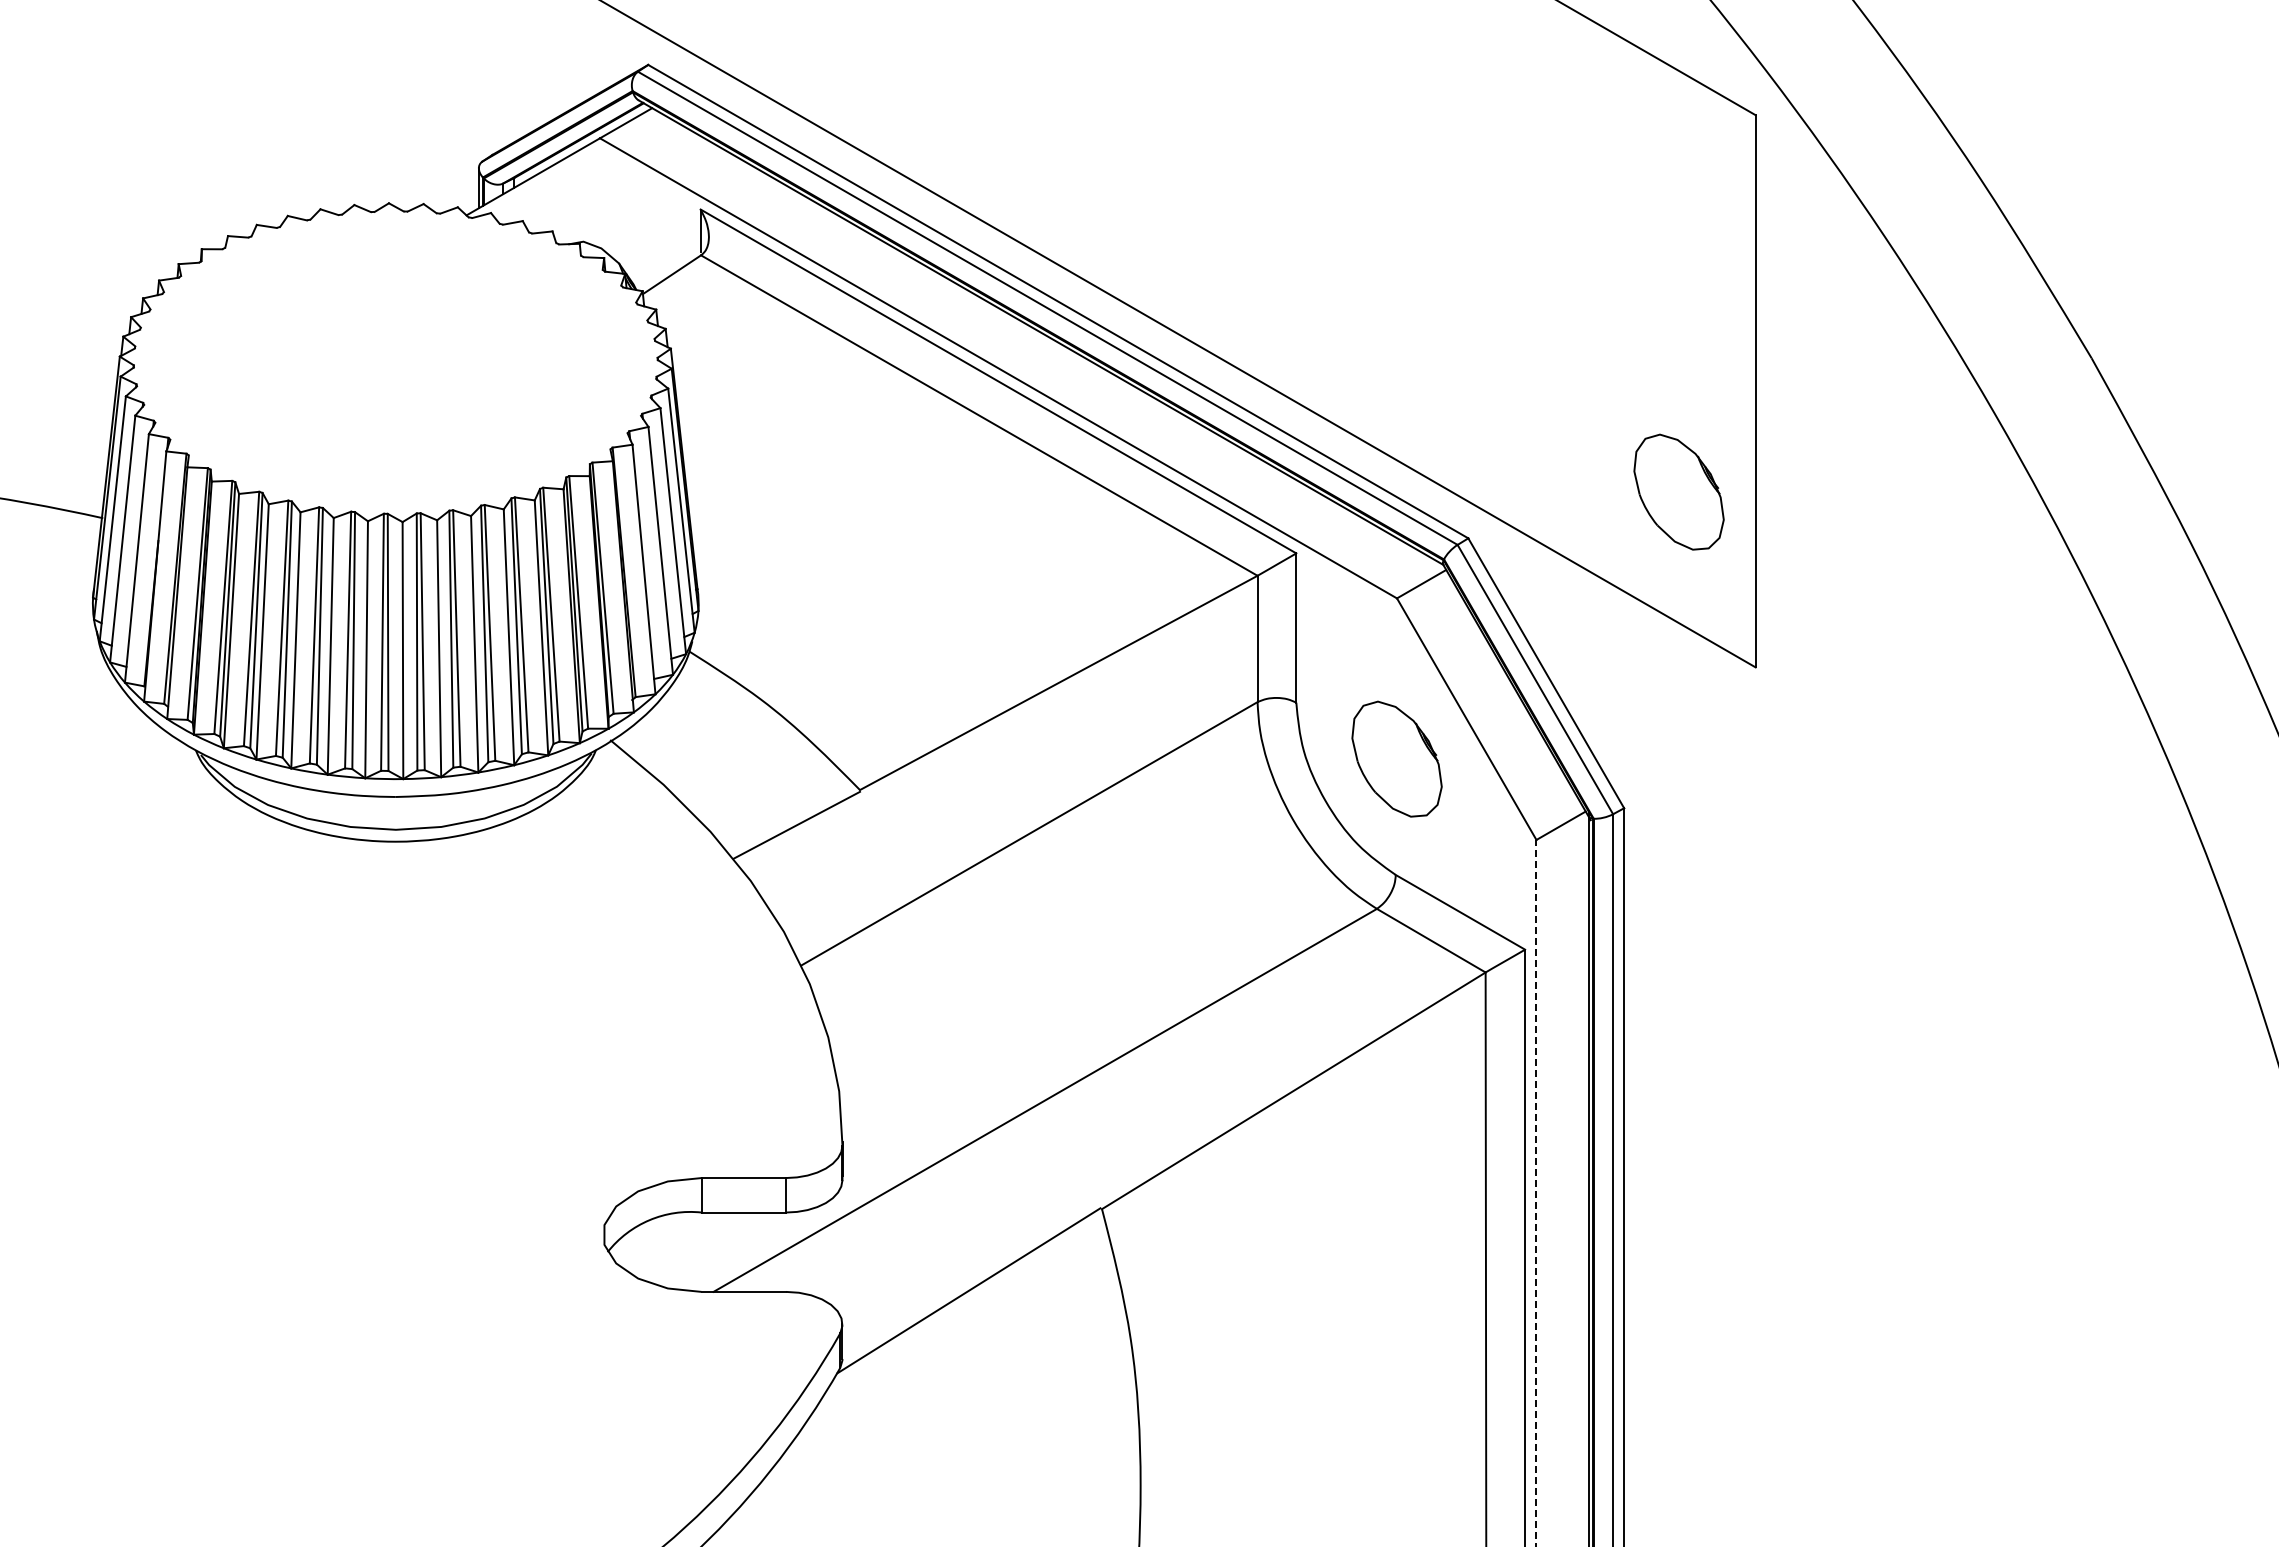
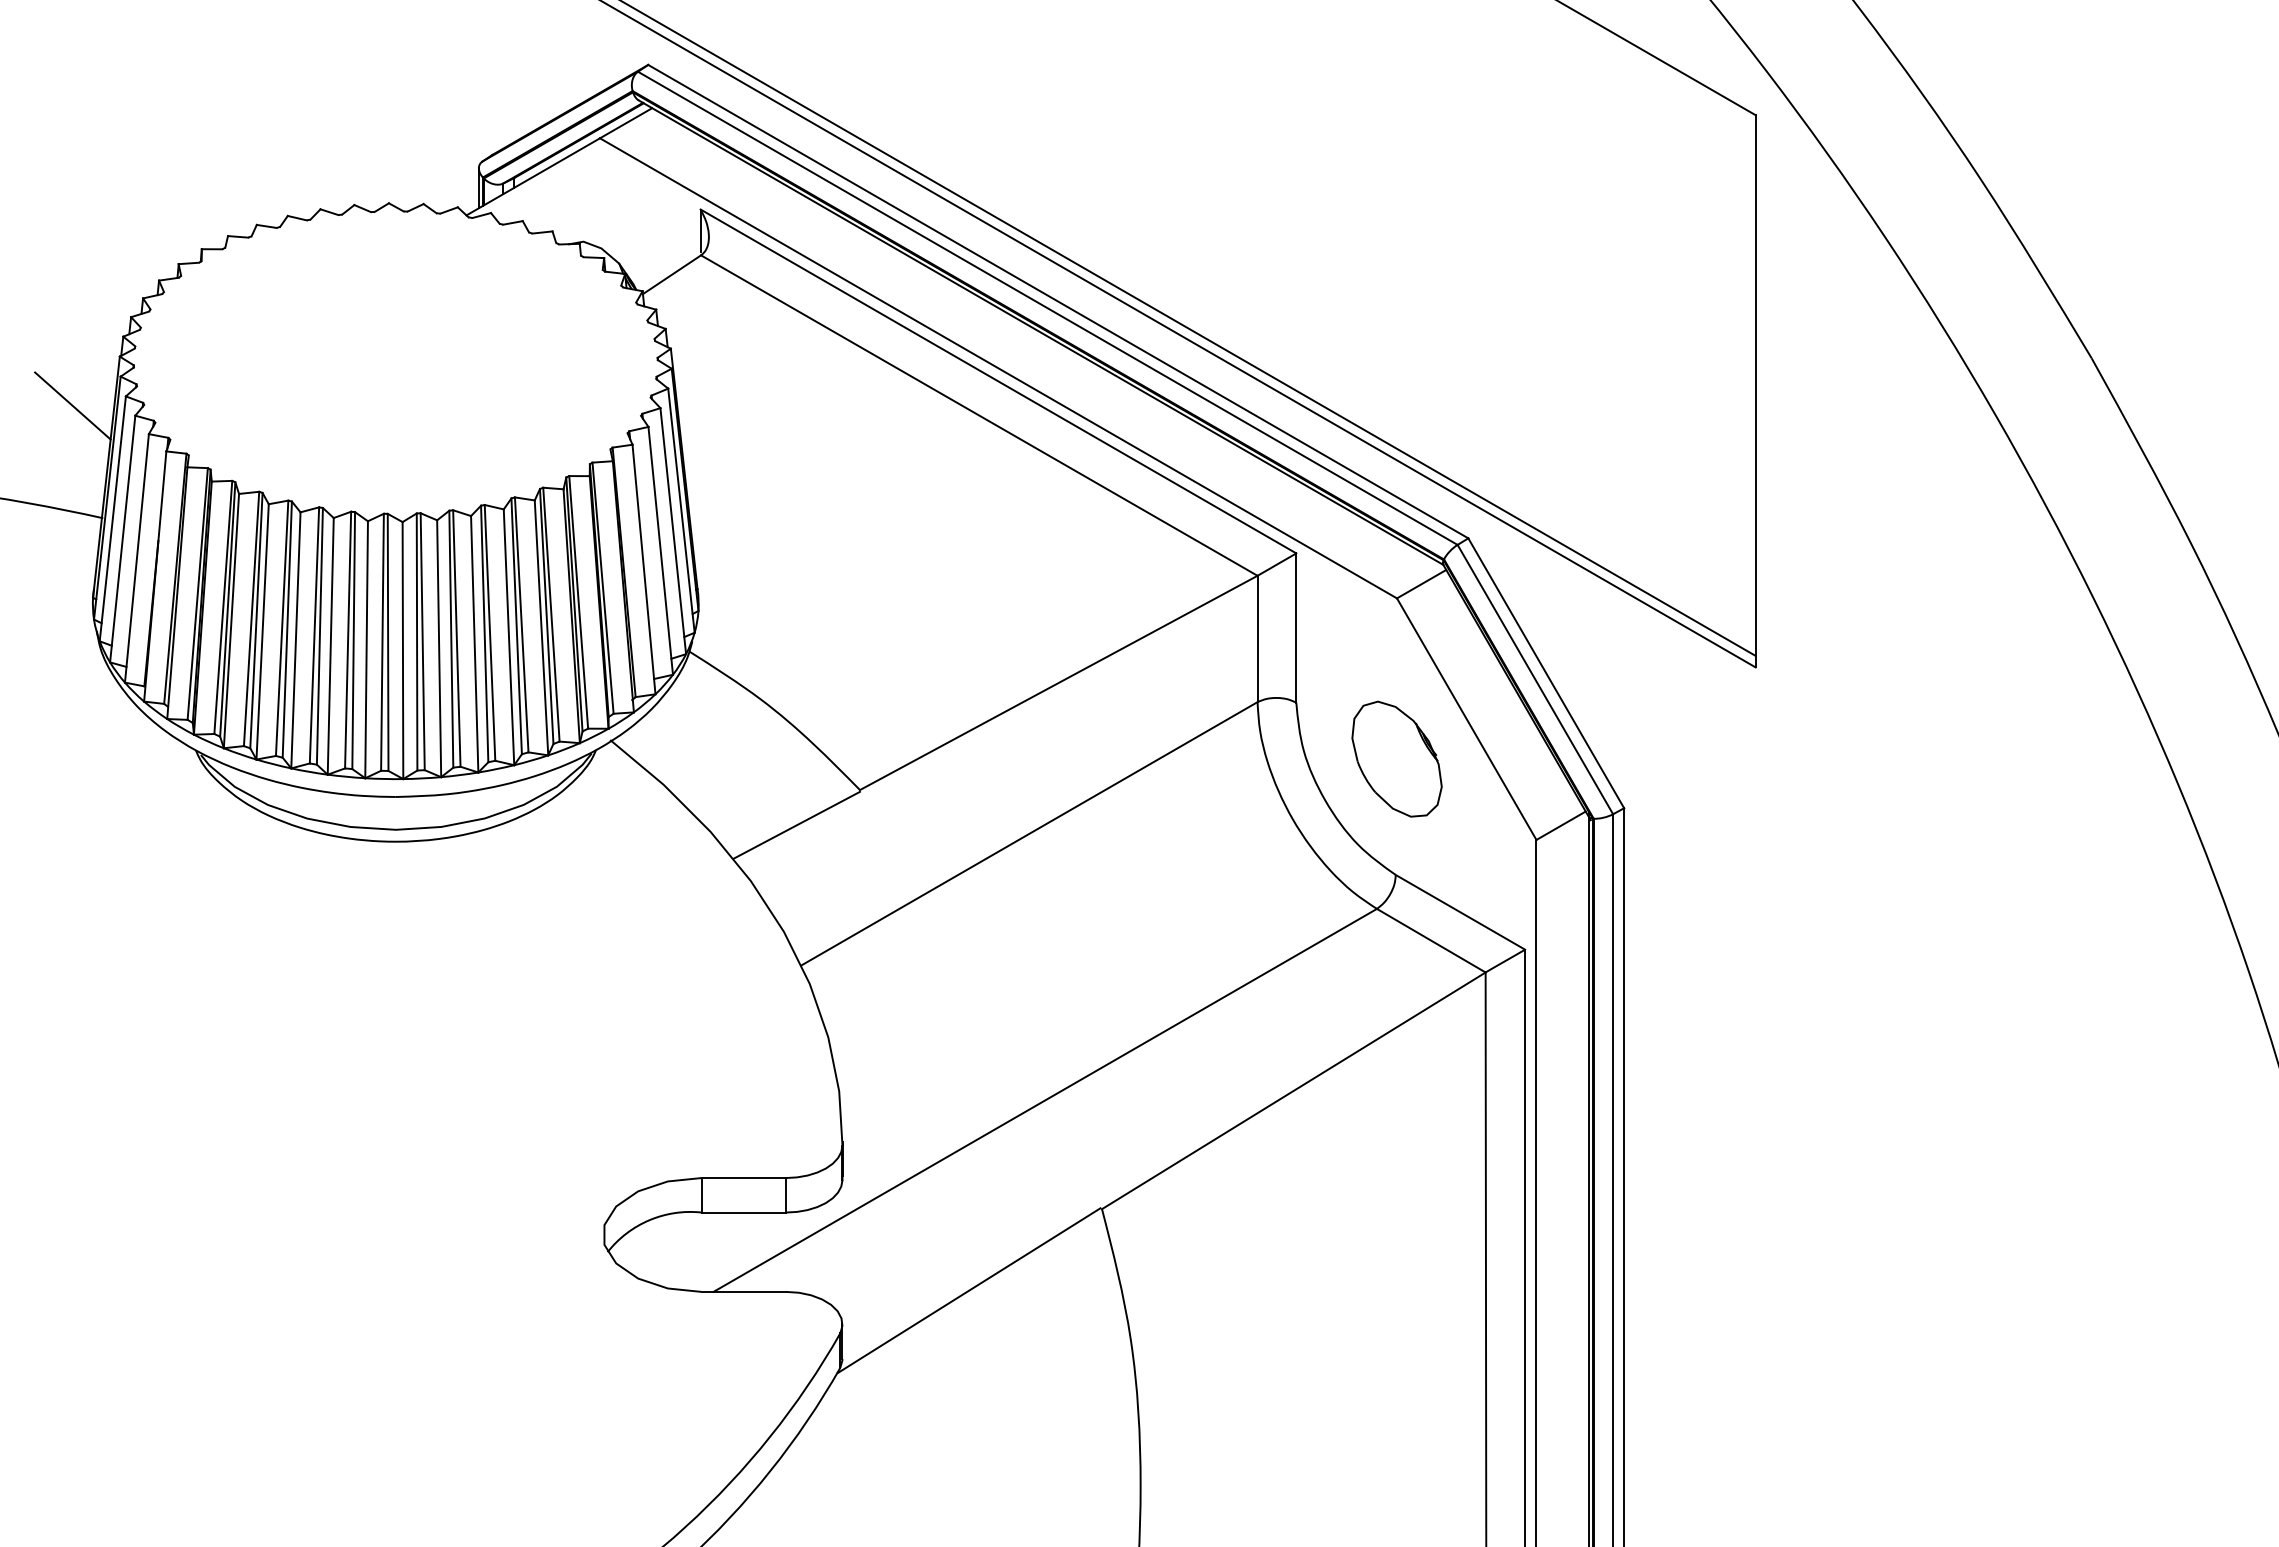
line at (1189, 328): none -> present
line at (72, 405): none -> present
part at (1678, 491): present -> none
line at (1536, 1192): dashed -> solid
